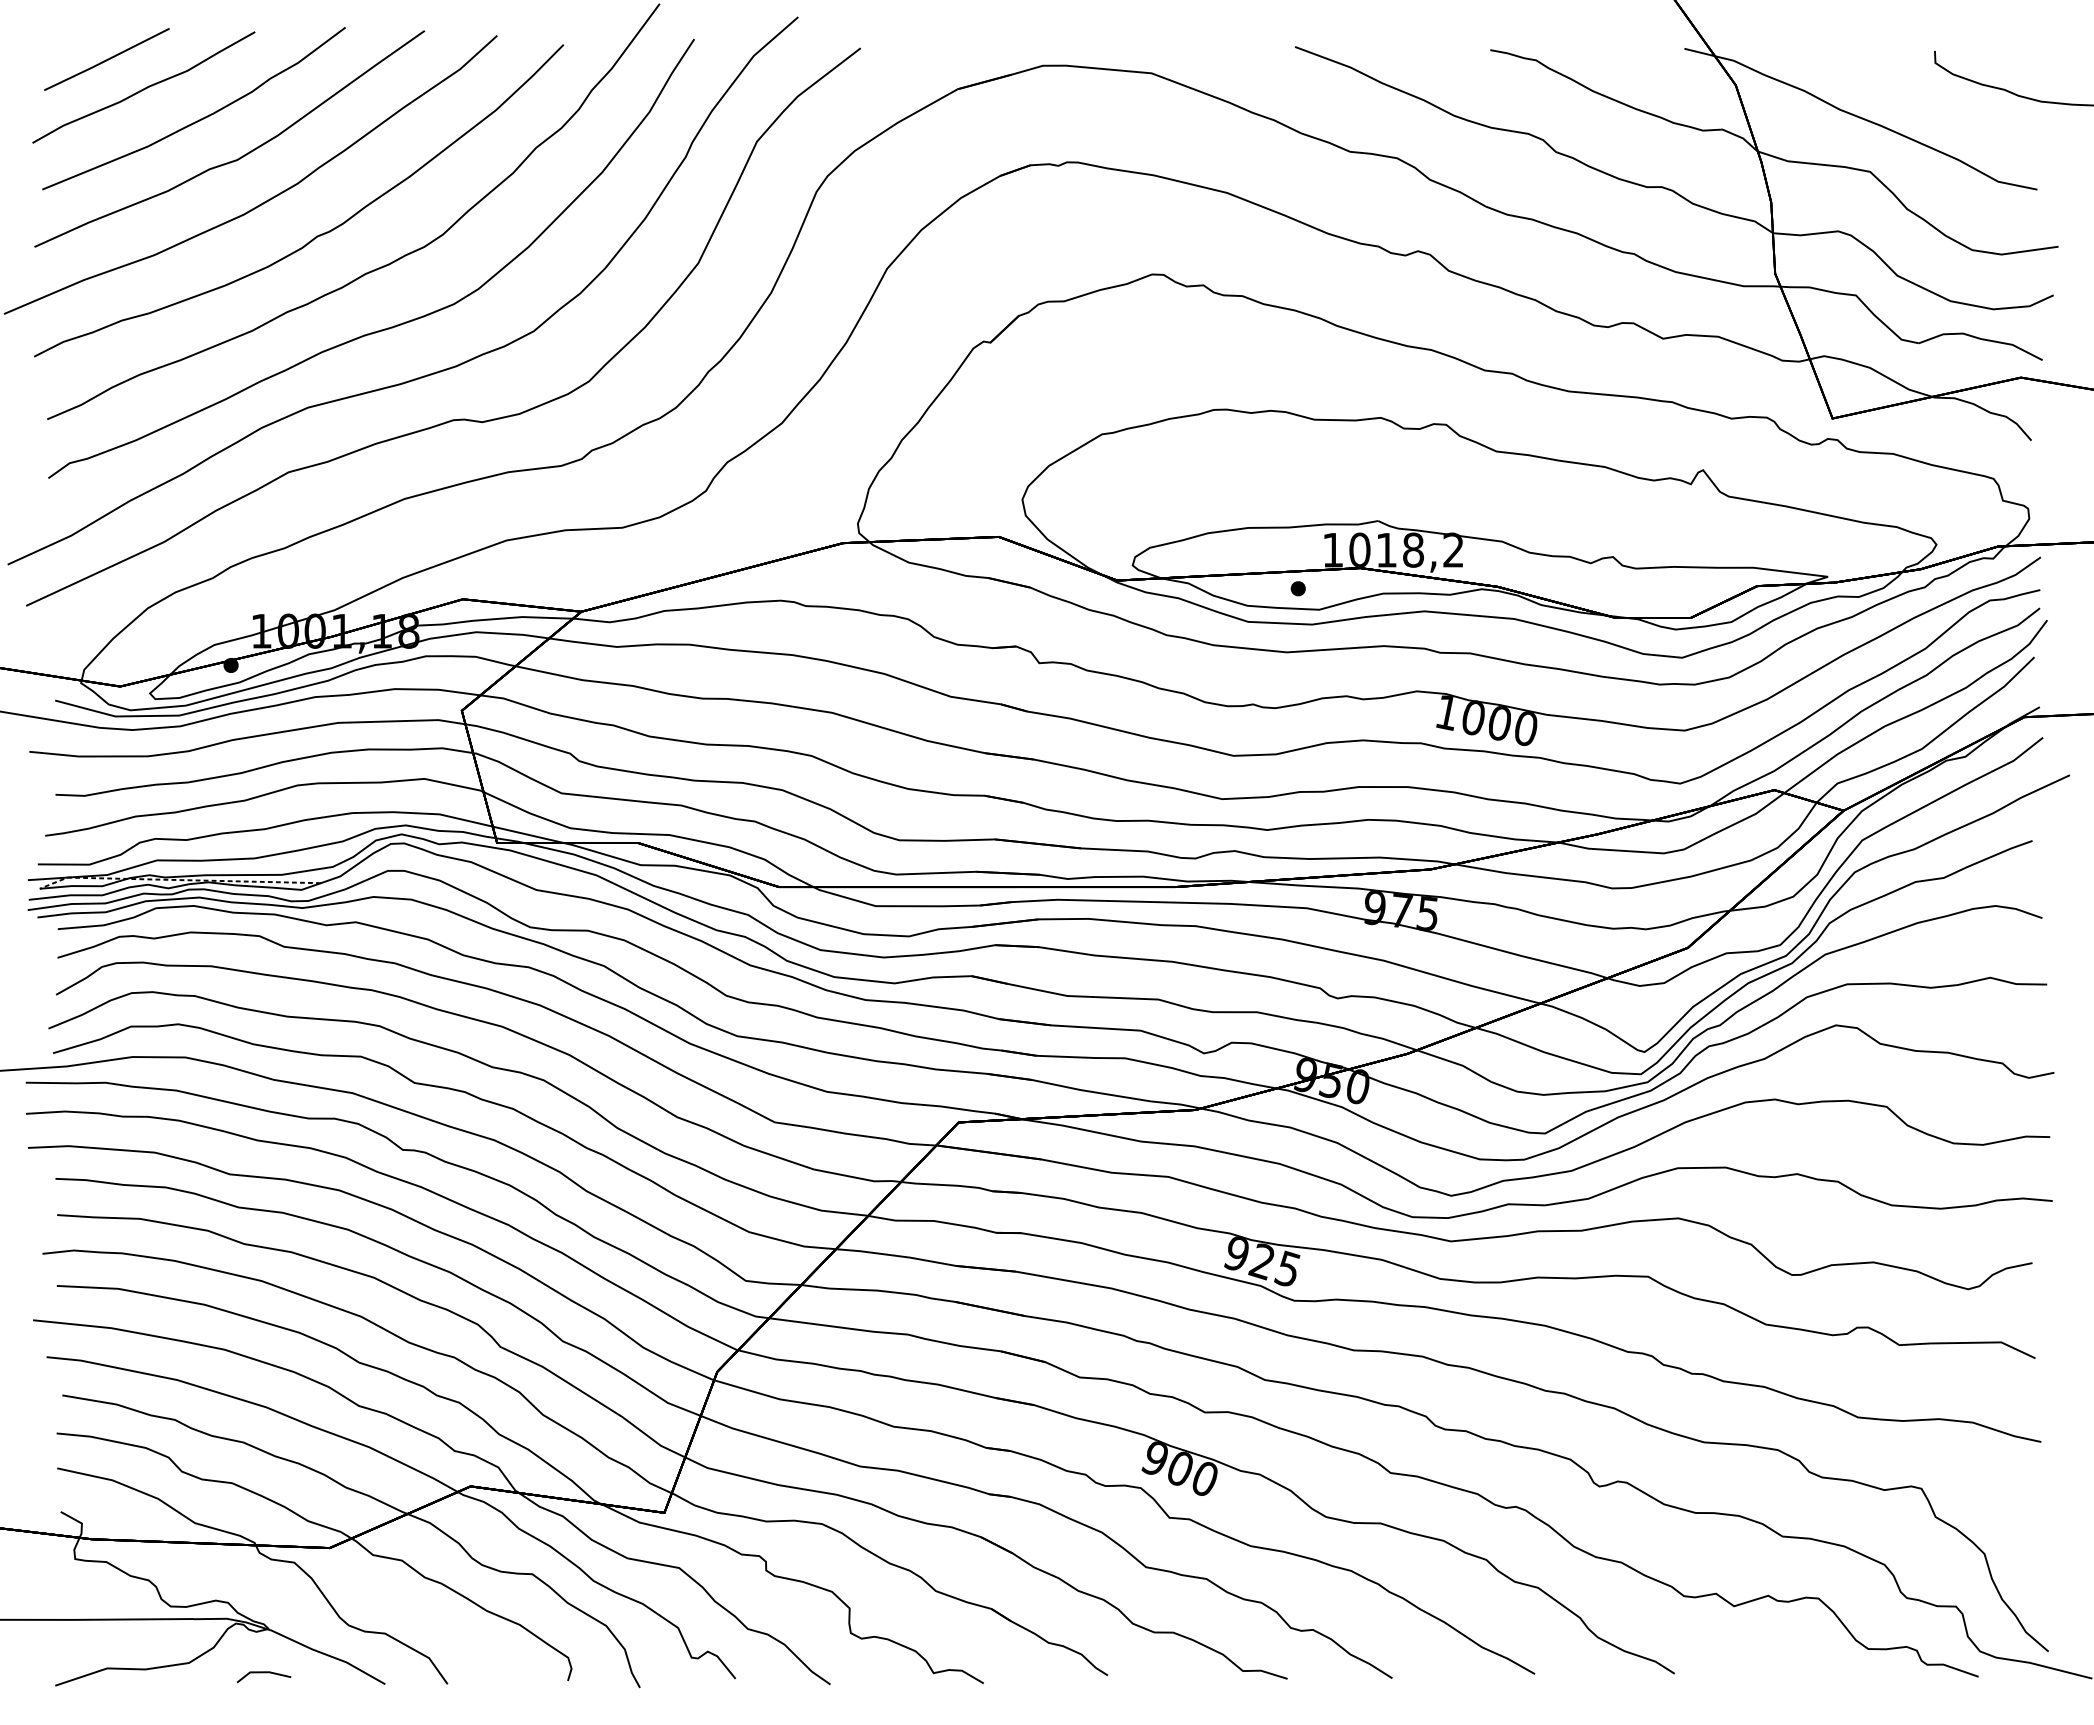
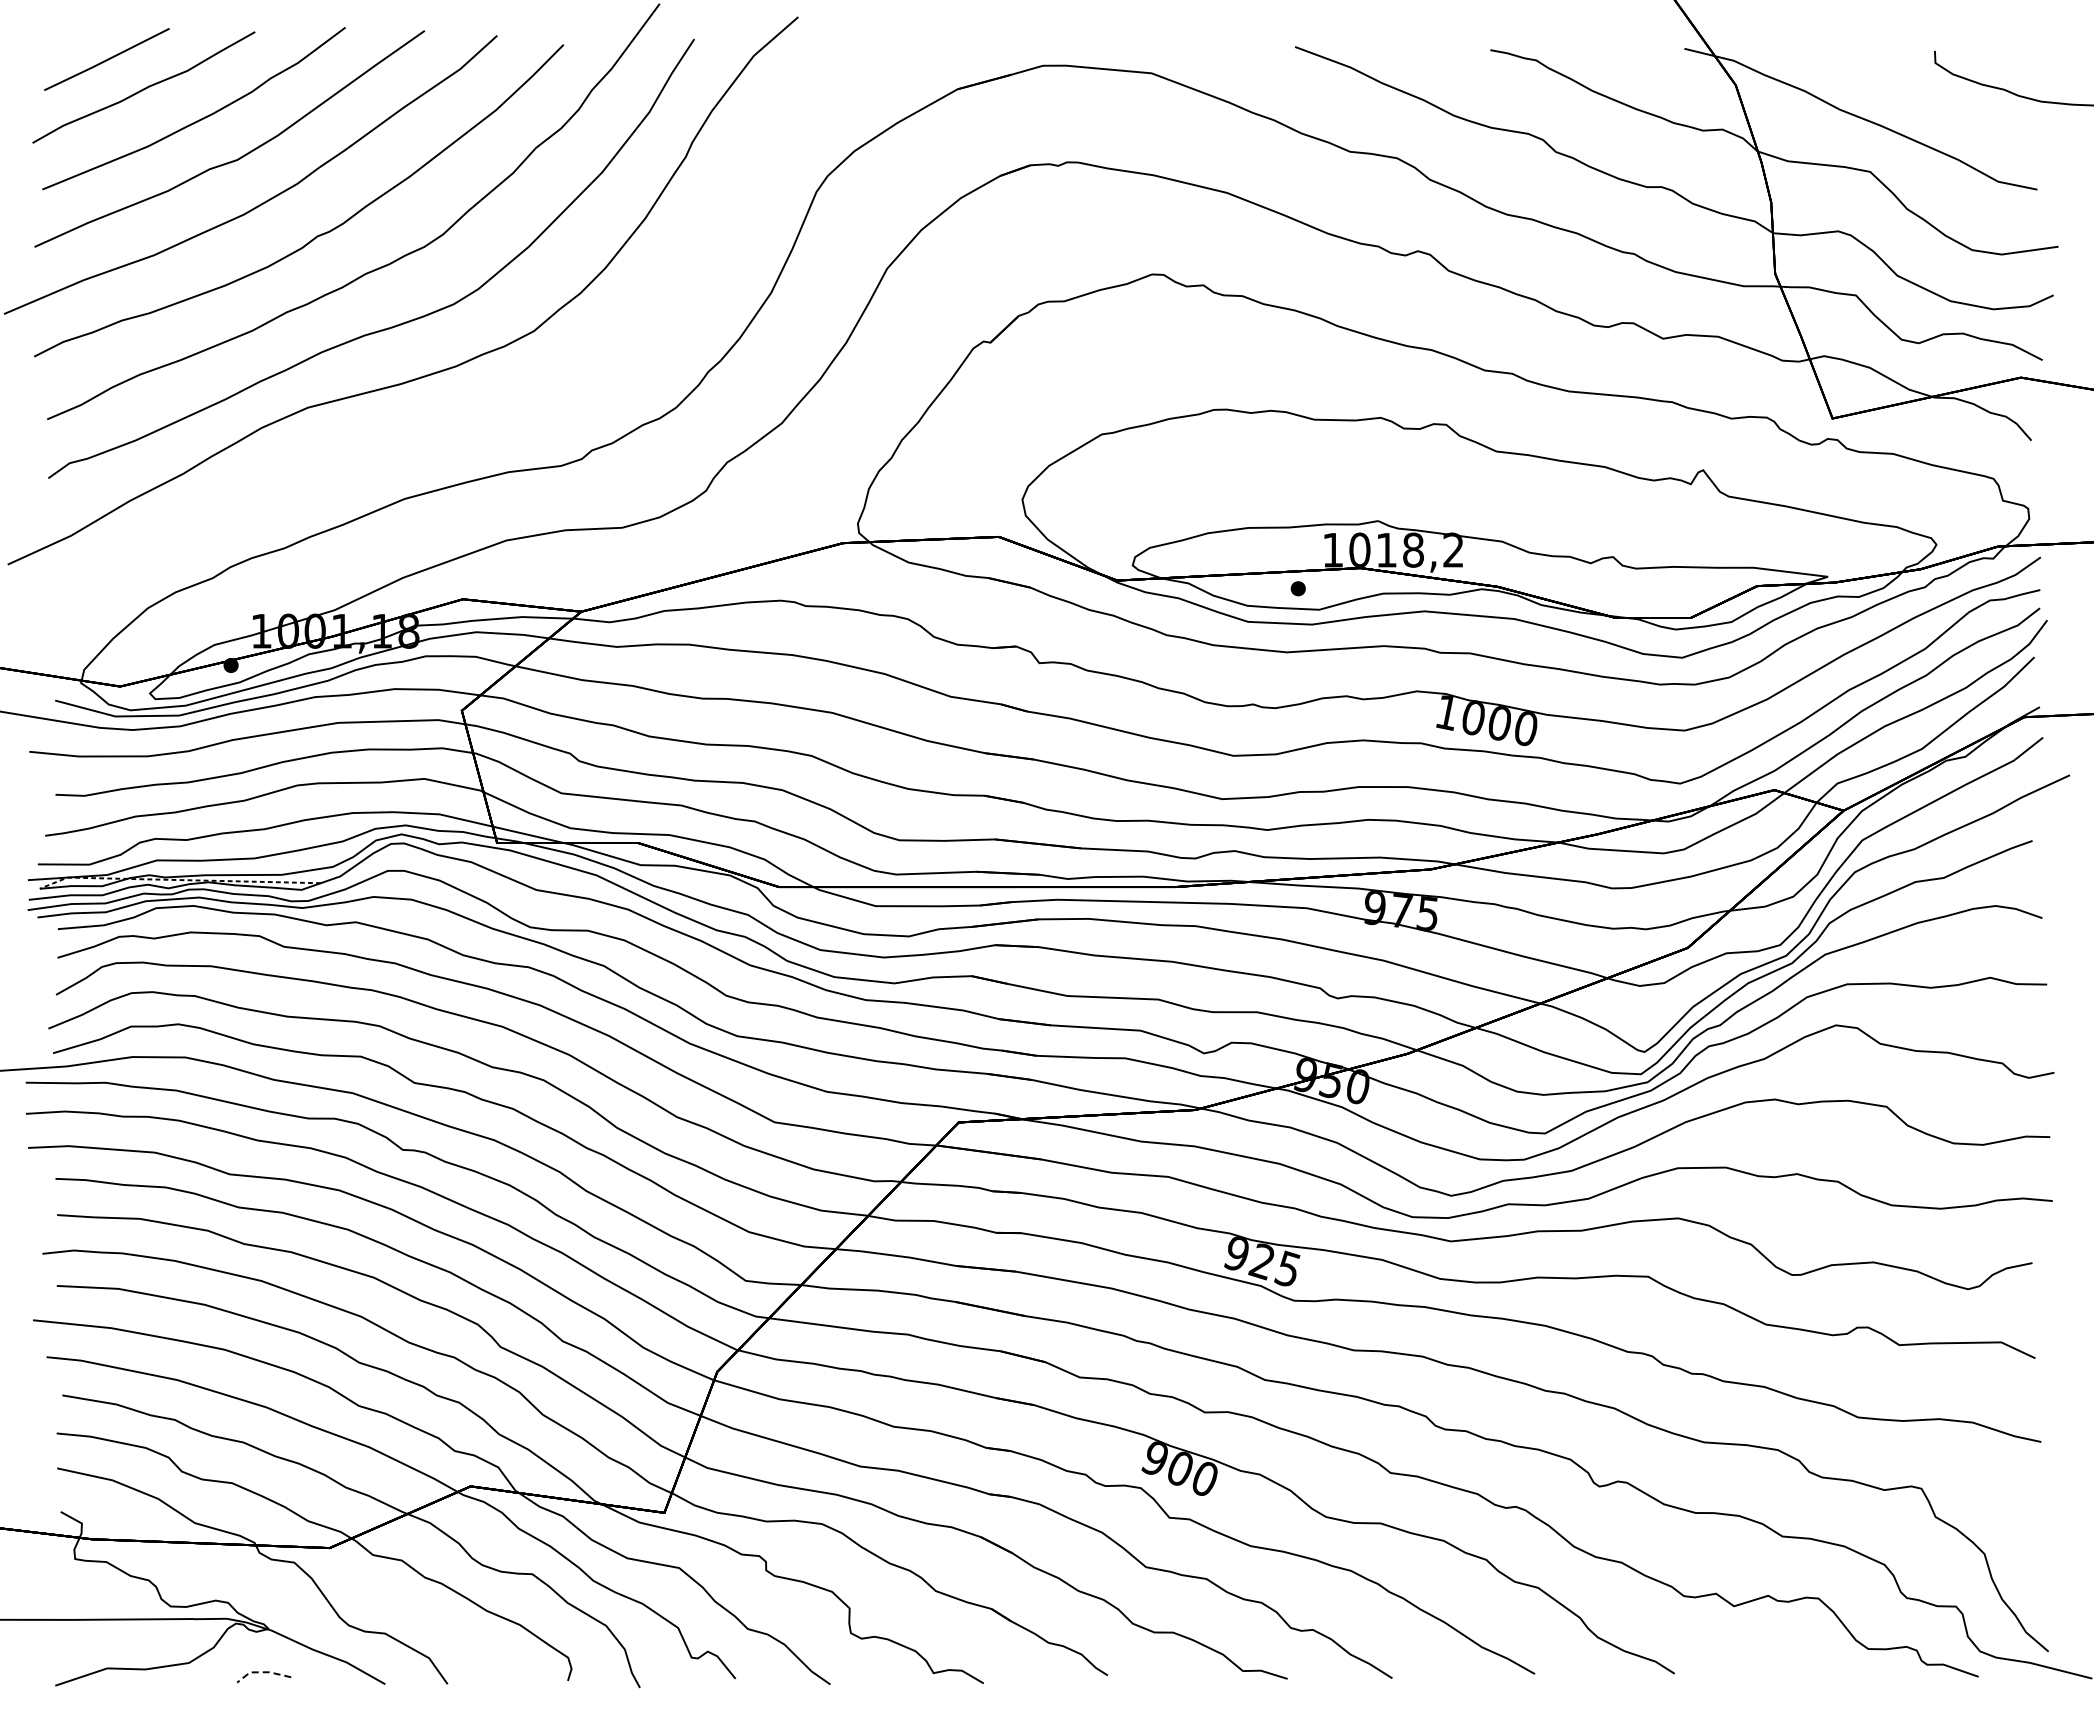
curve at (451, 419): present -> none
line at (262, 1672): solid -> dashed
